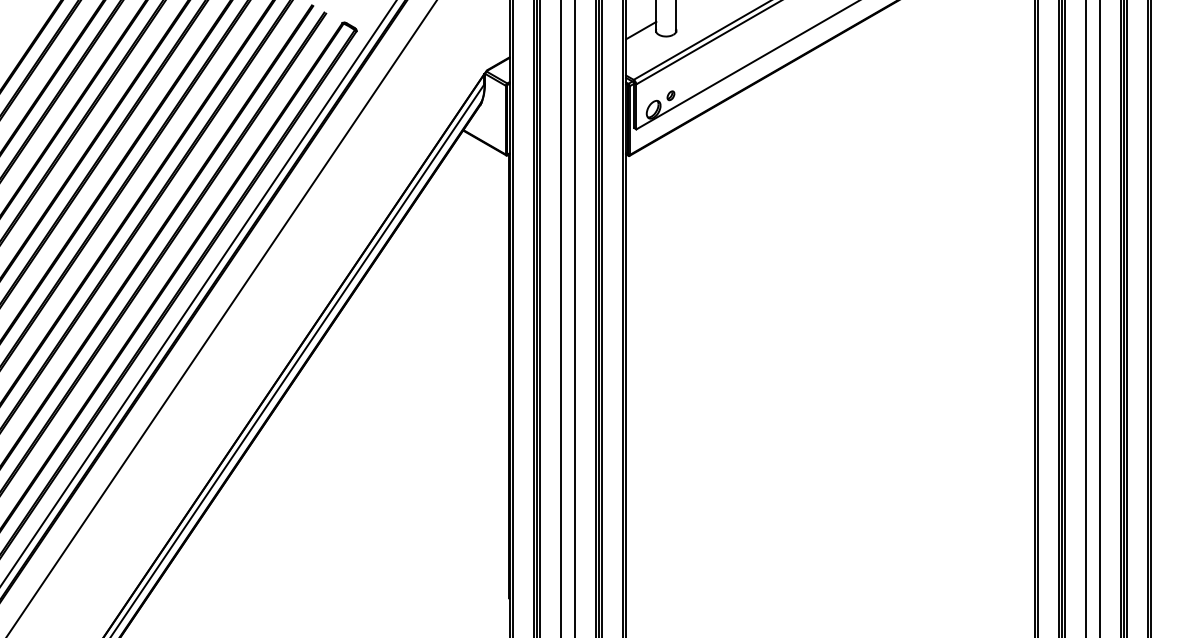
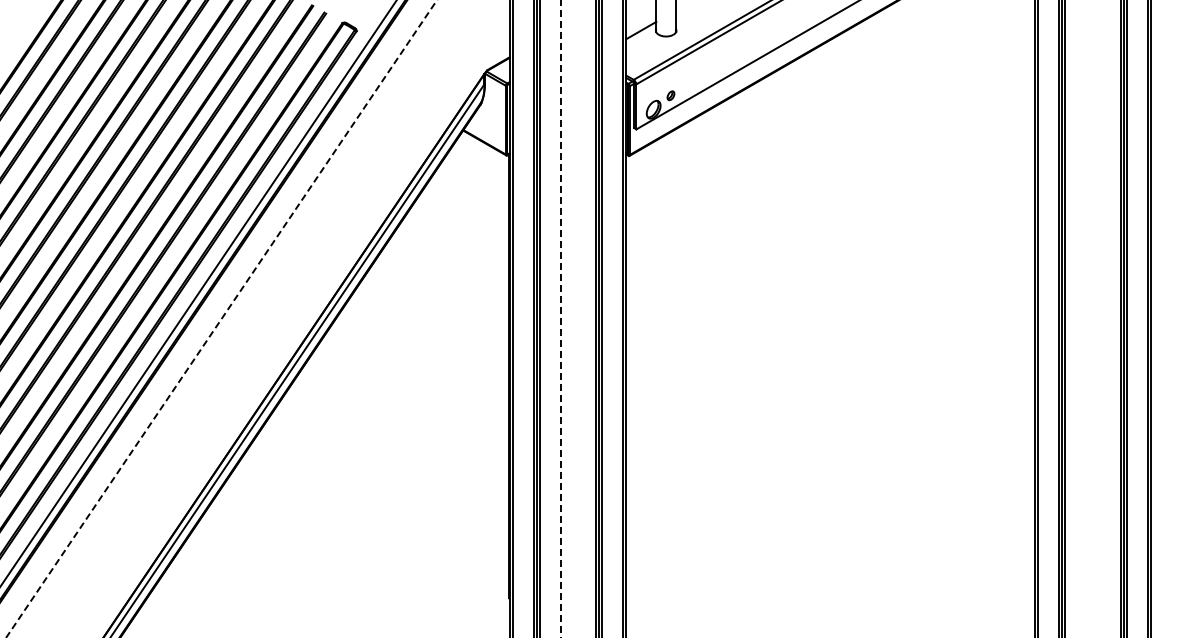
line at (574, 318): present -> none
line at (1086, 318): present -> none
line at (1100, 318): present -> none
line at (221, 319): solid -> dashed
line at (561, 319): solid -> dashed
